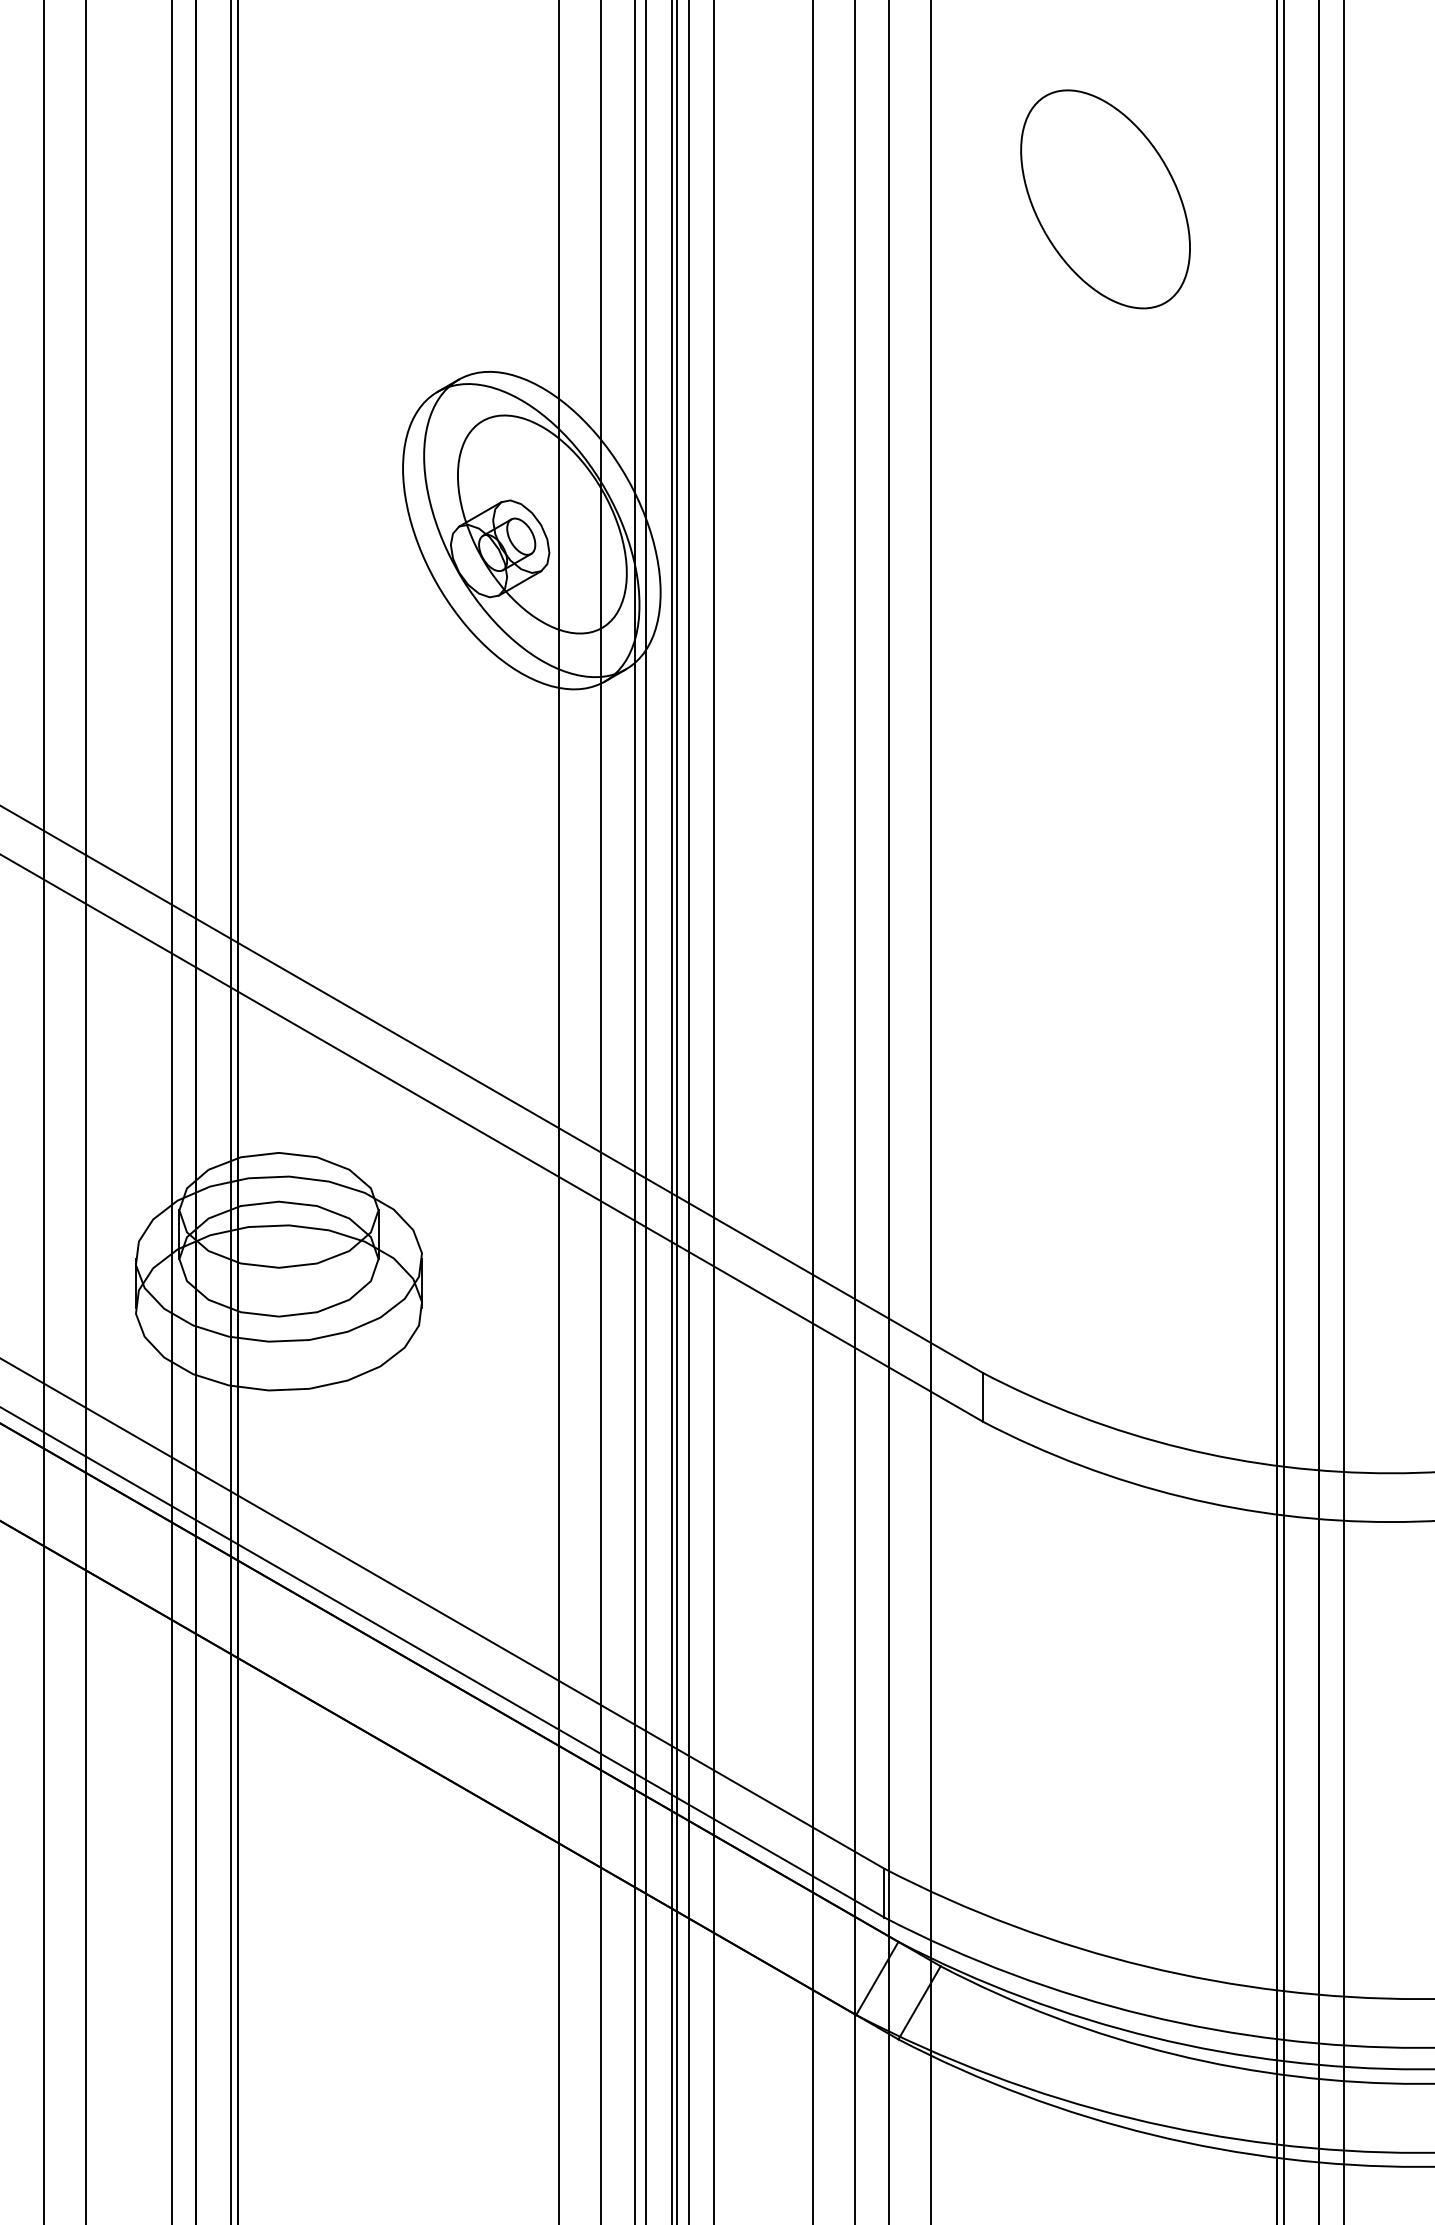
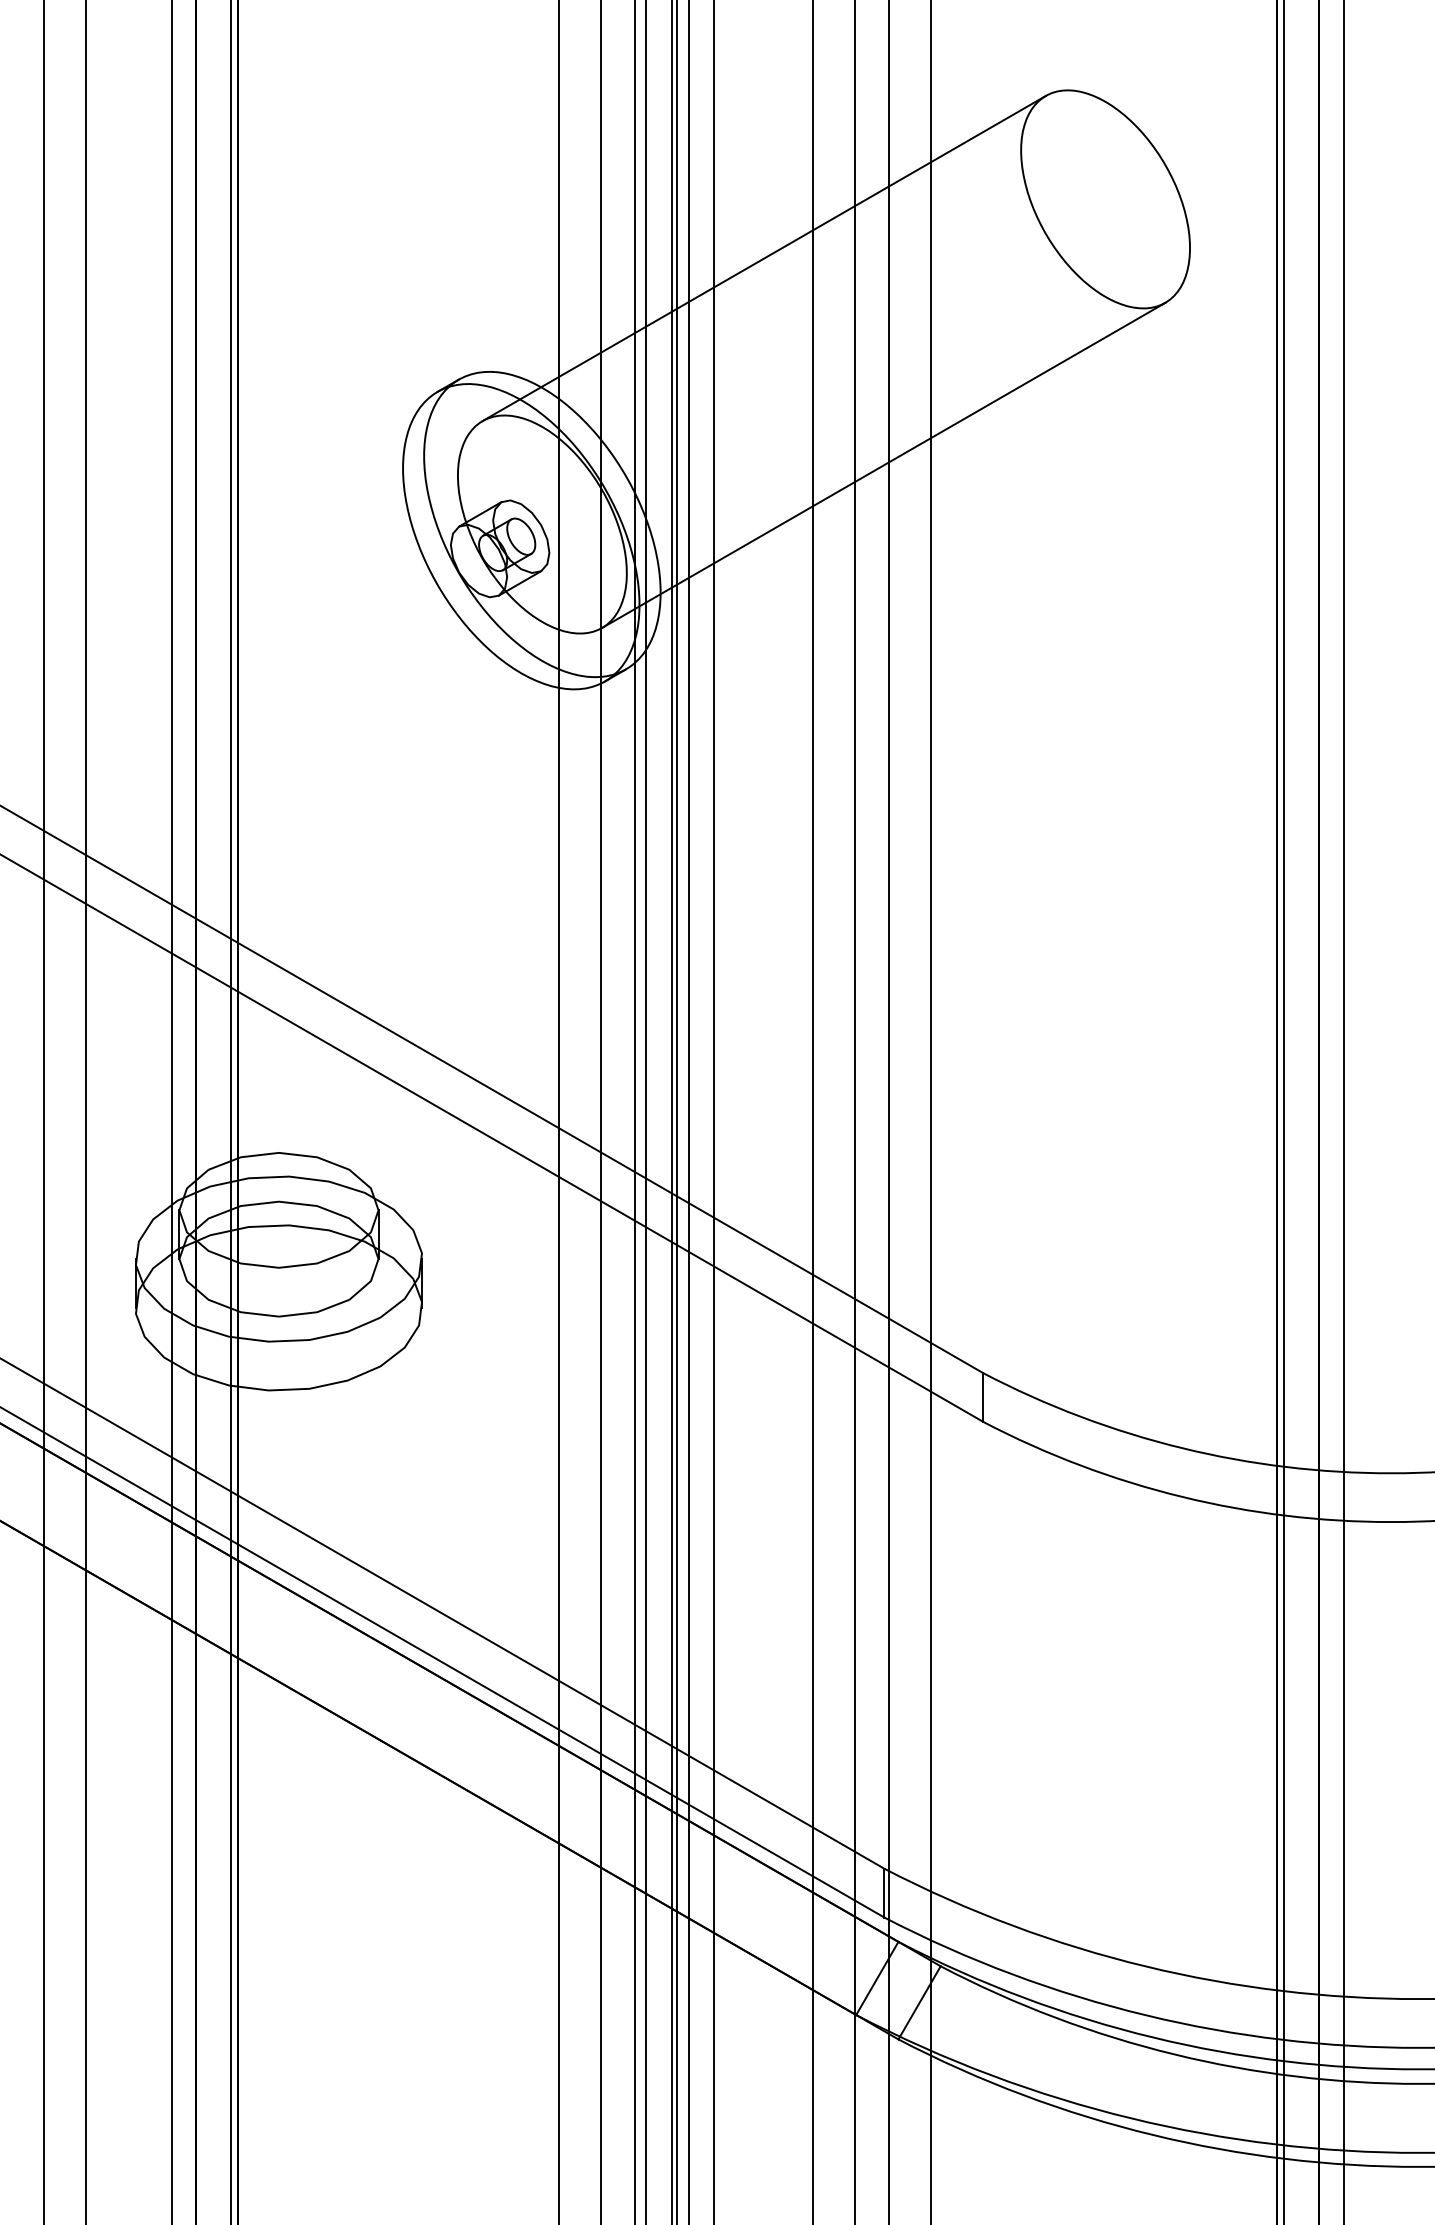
line at (763, 258): none -> present
line at (883, 464): none -> present
